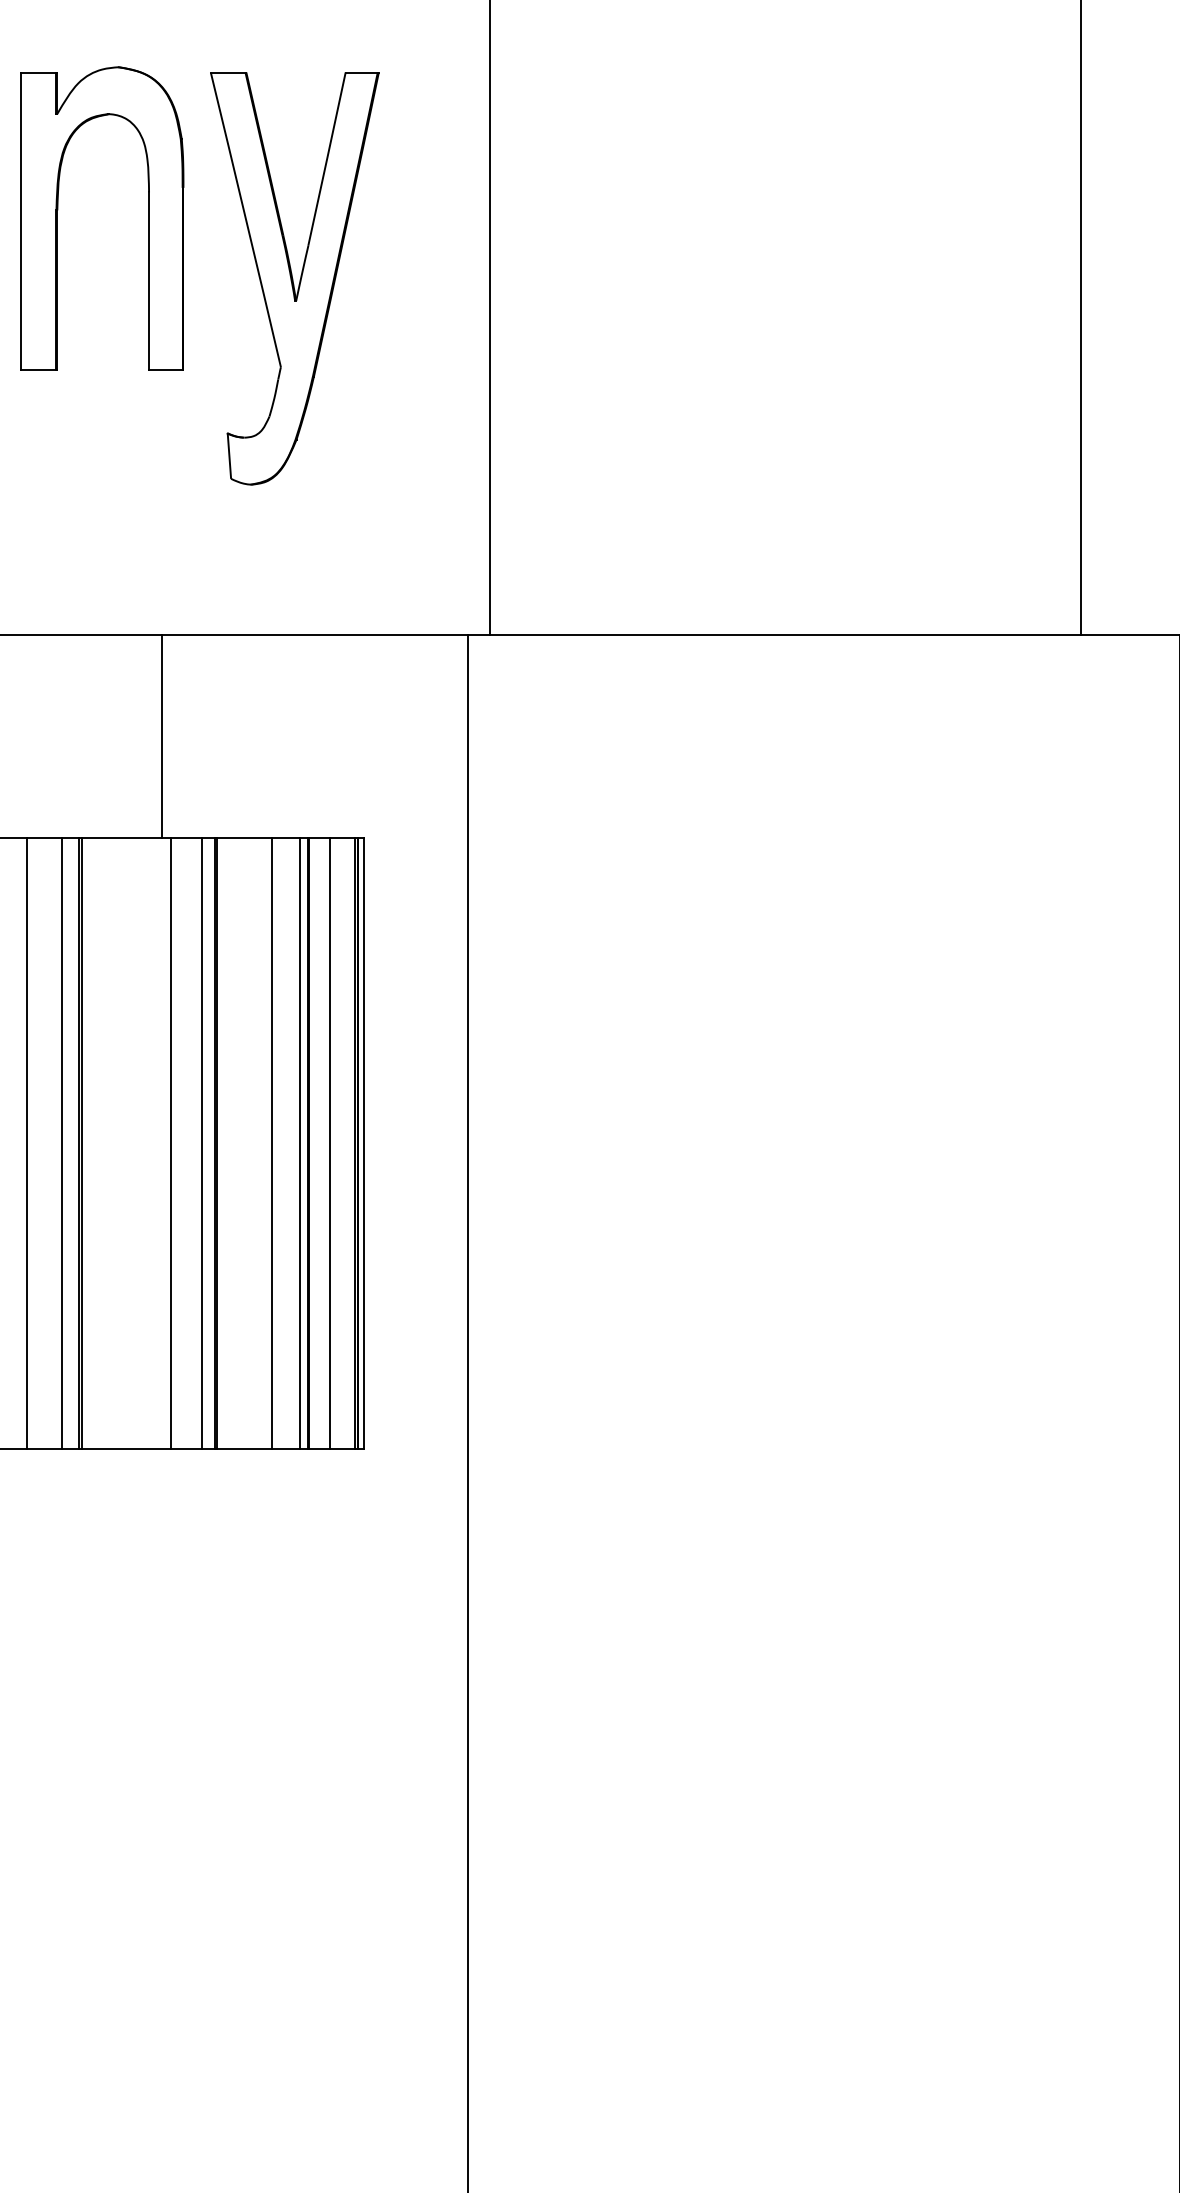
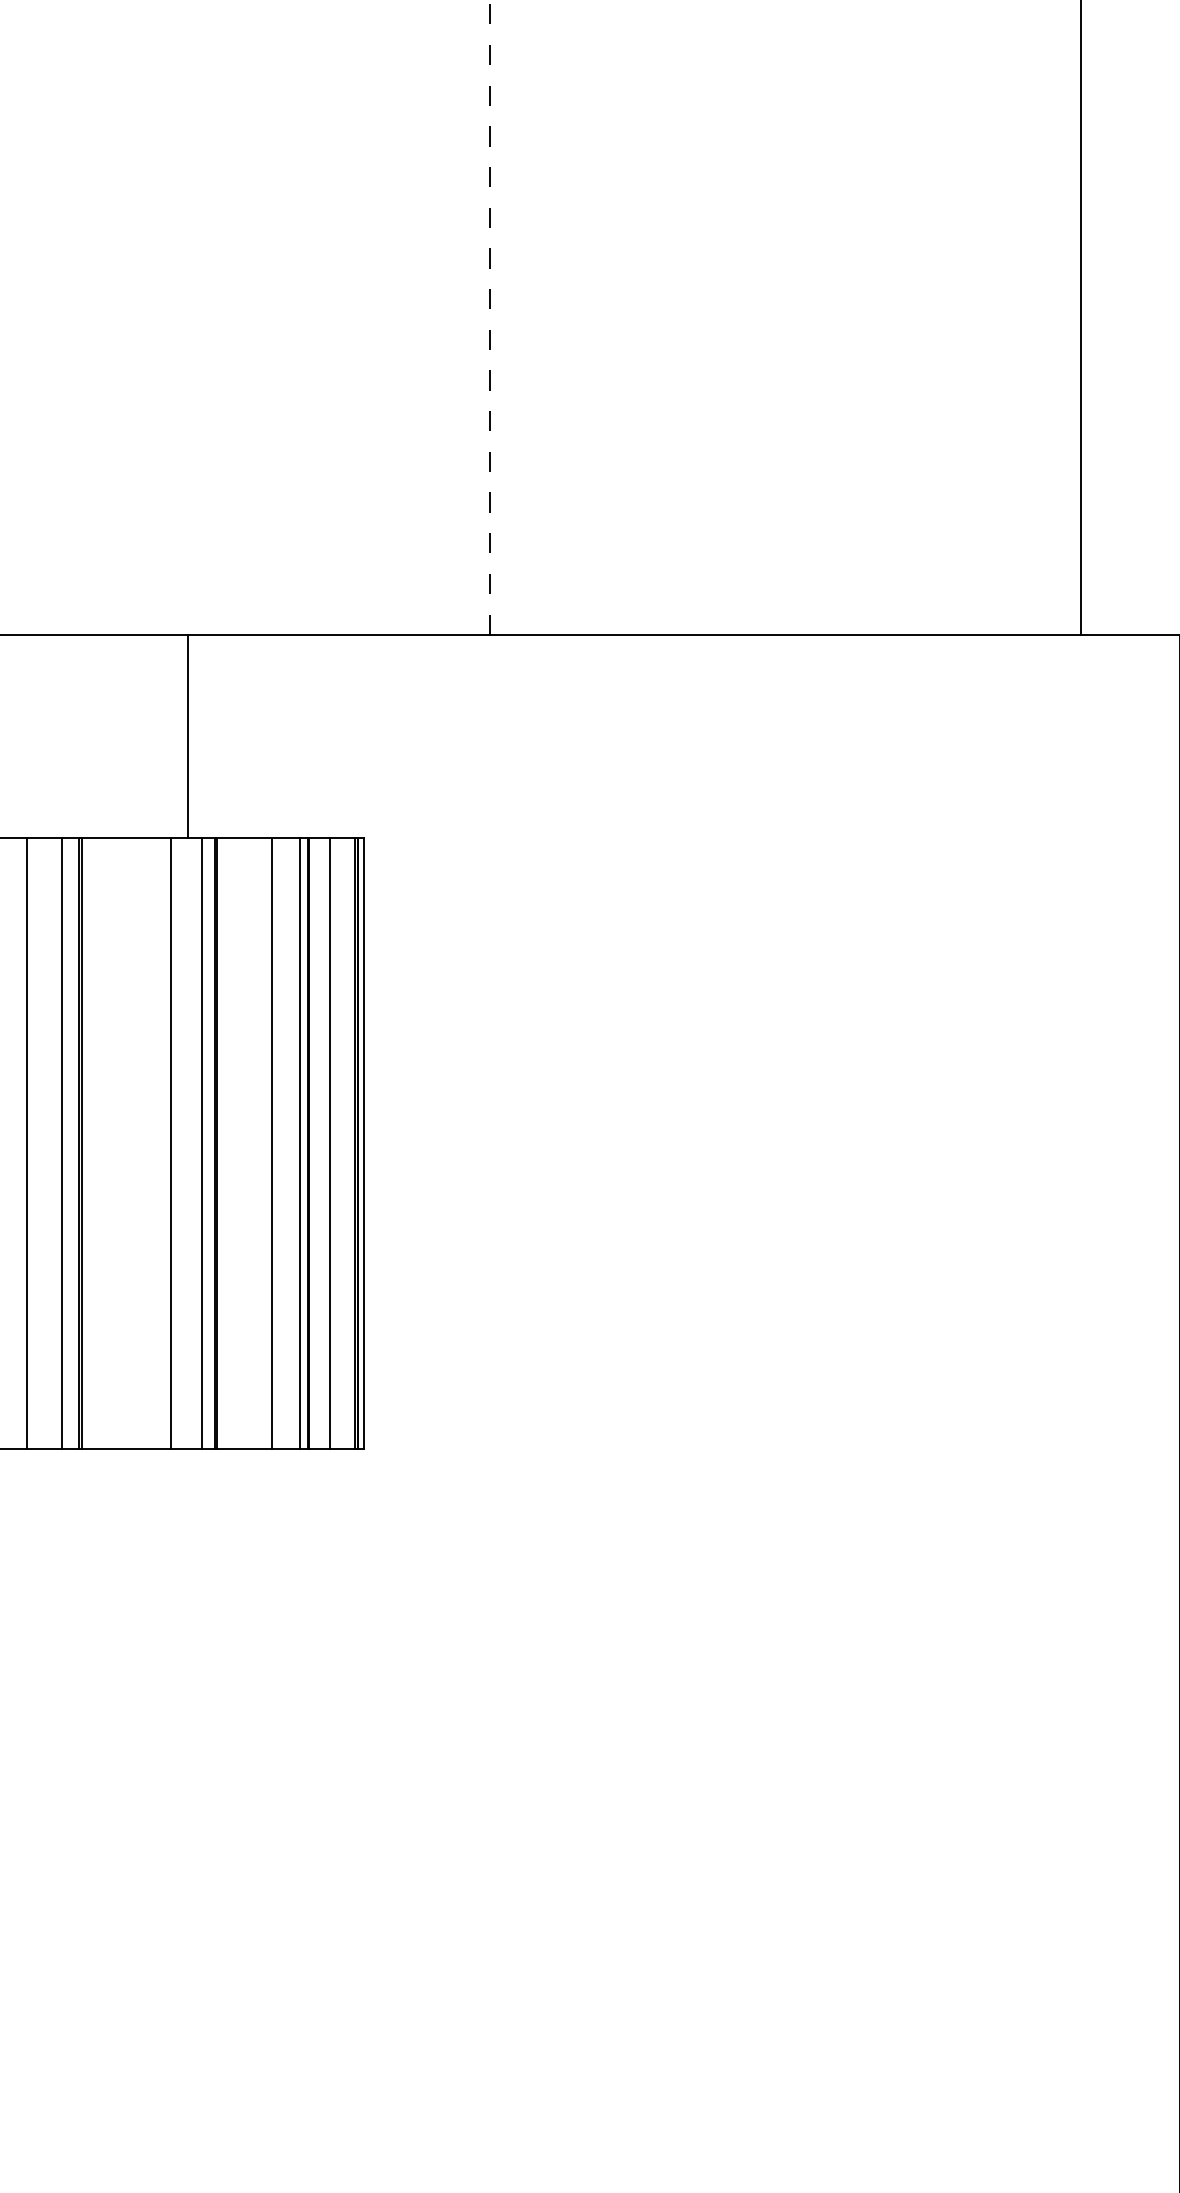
part at (58, 210): present -> none
part at (294, 278): present -> none
line at (490, 317): solid -> dashed
line at (162, 736) position: (162, 736) -> (188, 736)
line at (467, 1411): present -> none
